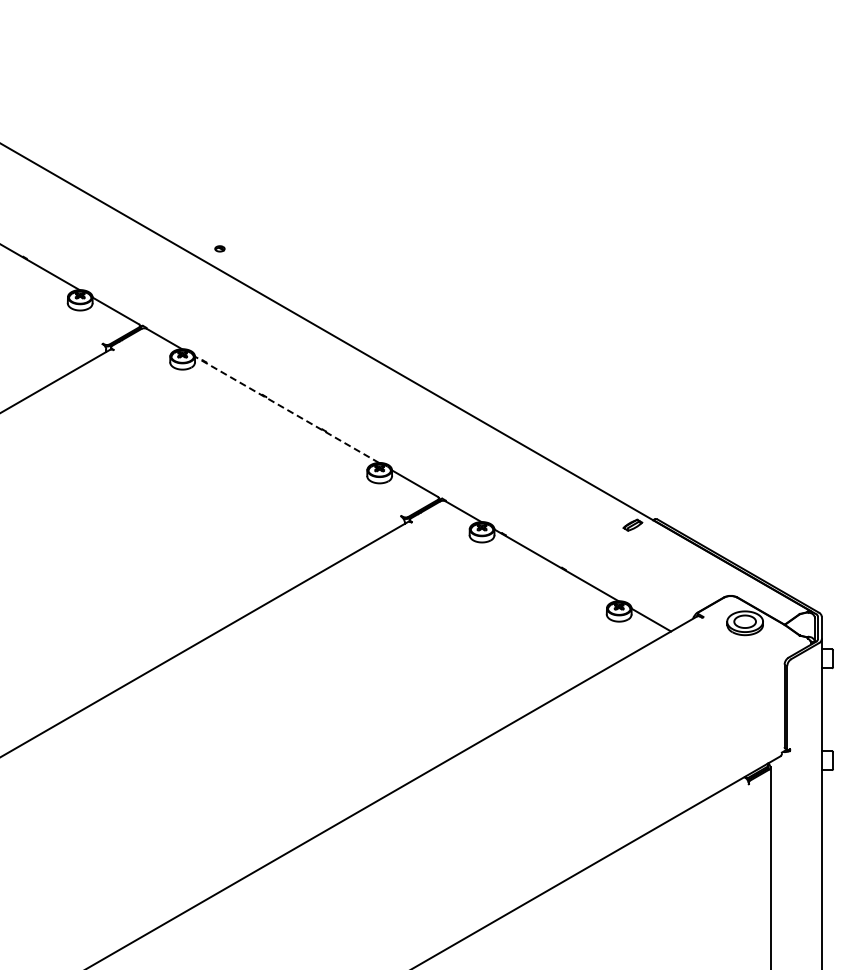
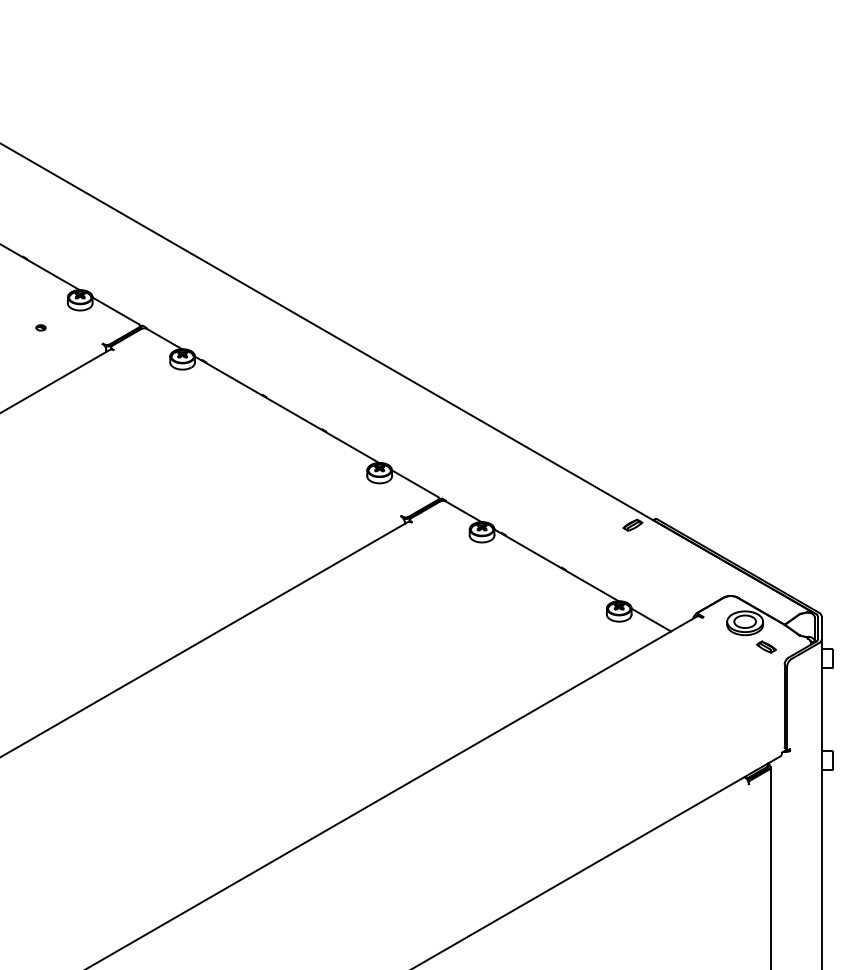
part at (219, 248) position: (219, 248) -> (40, 327)
line at (286, 409): dashed -> solid
part at (766, 646): none -> present
